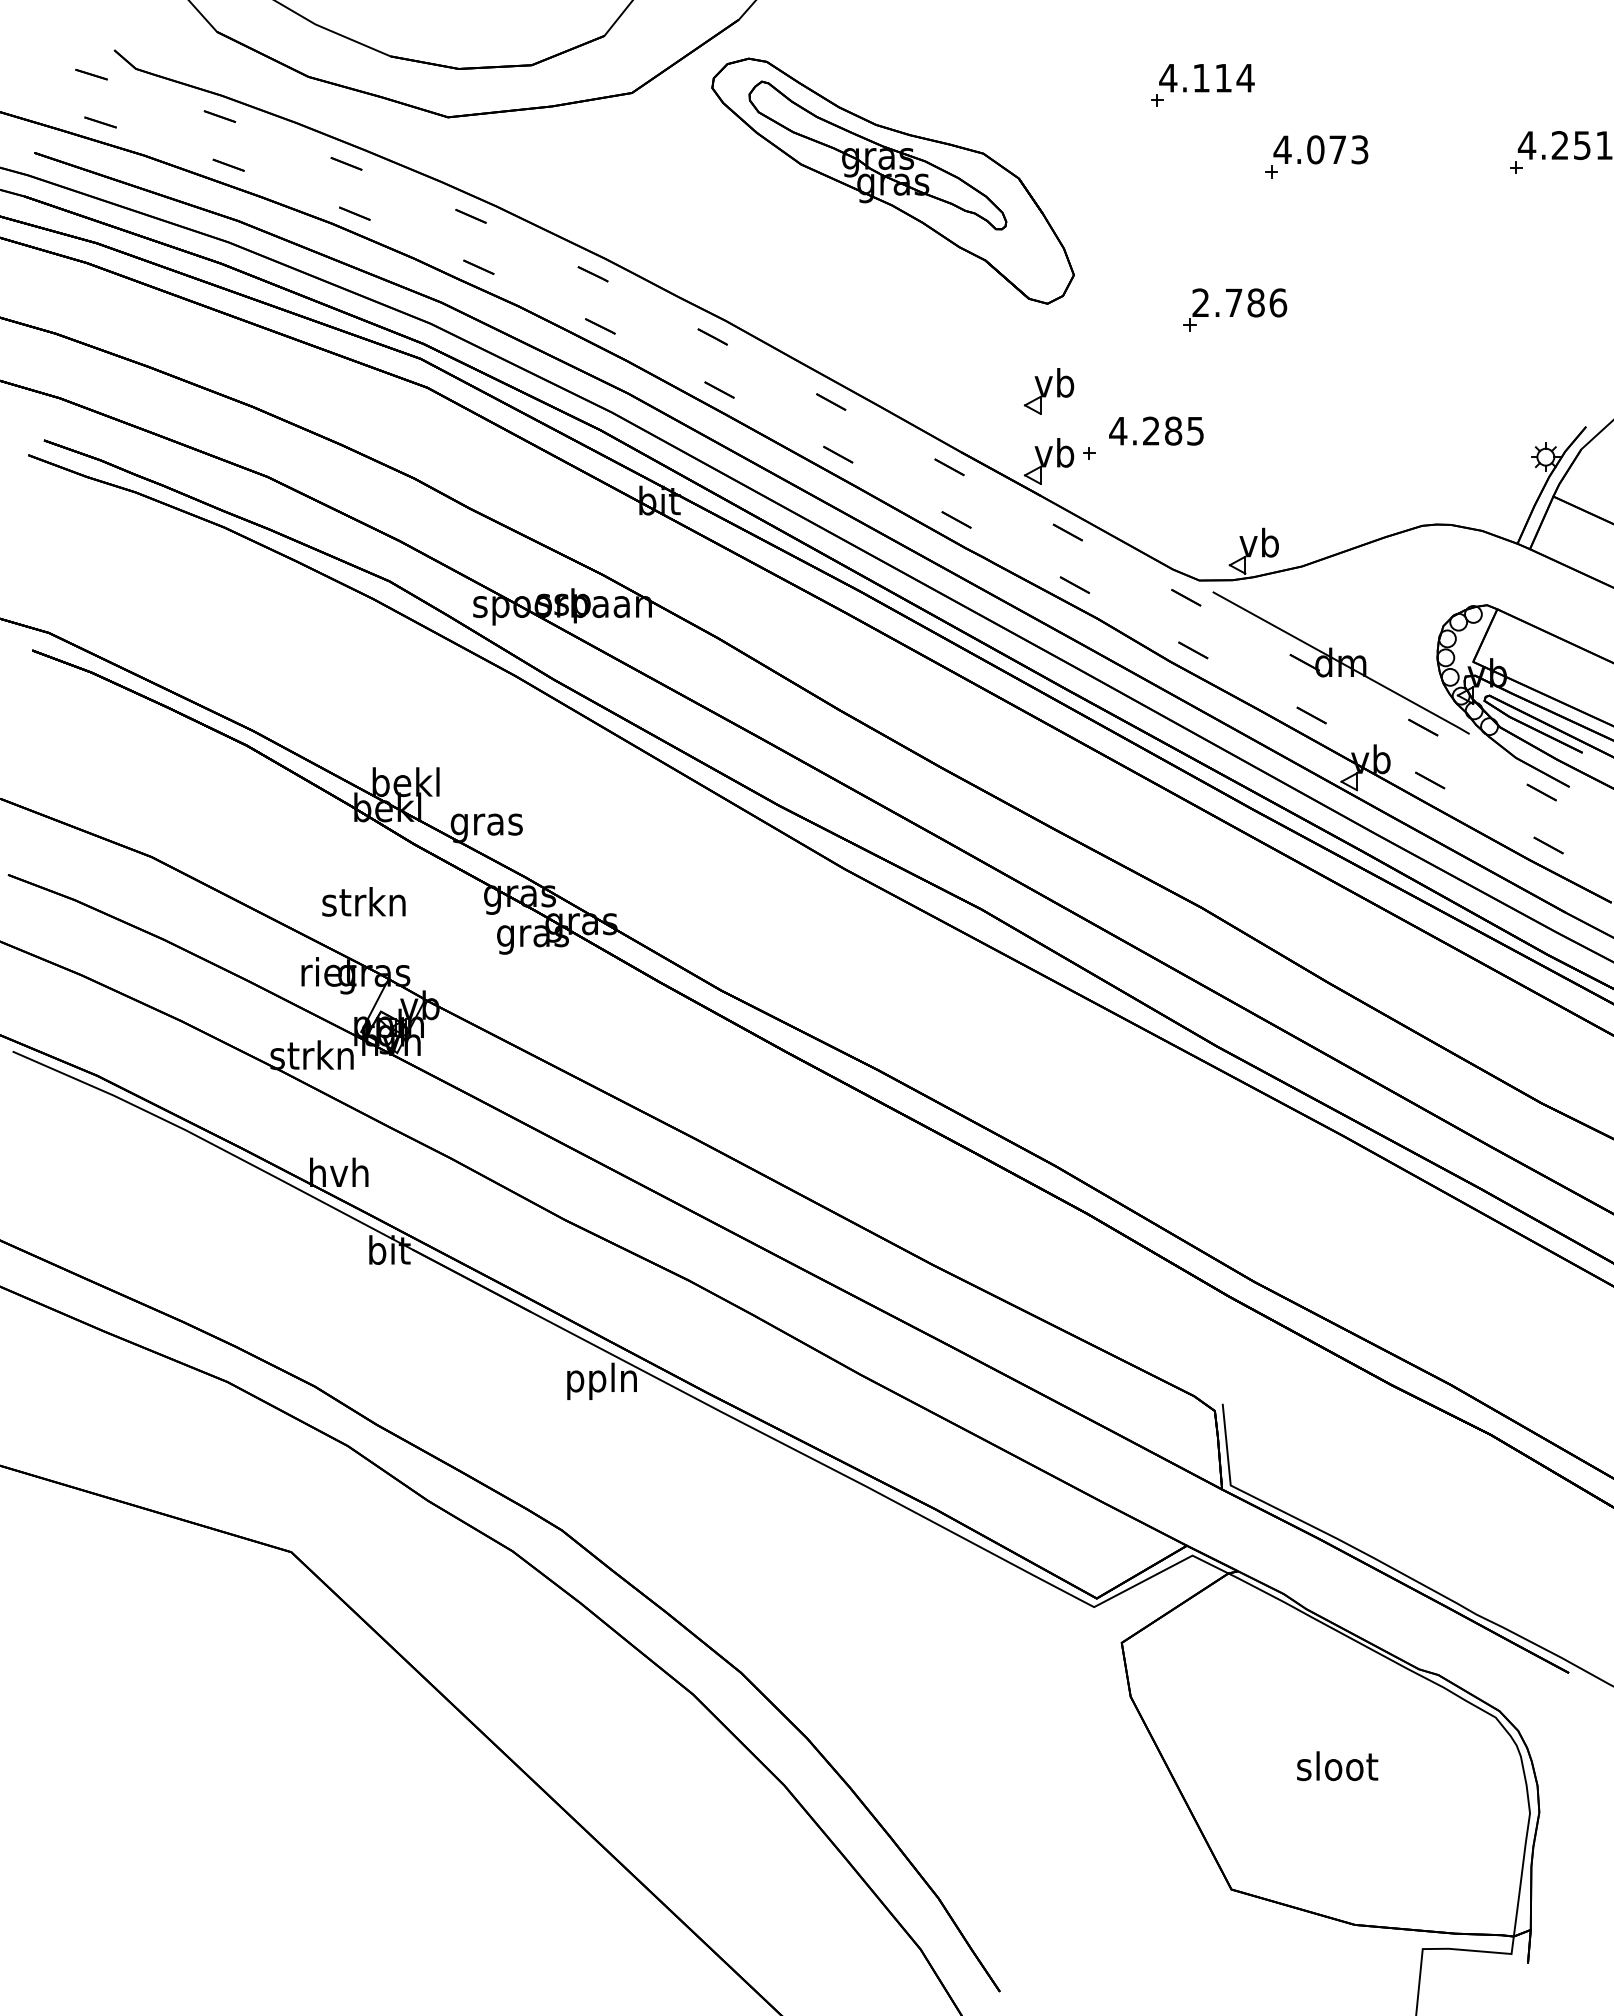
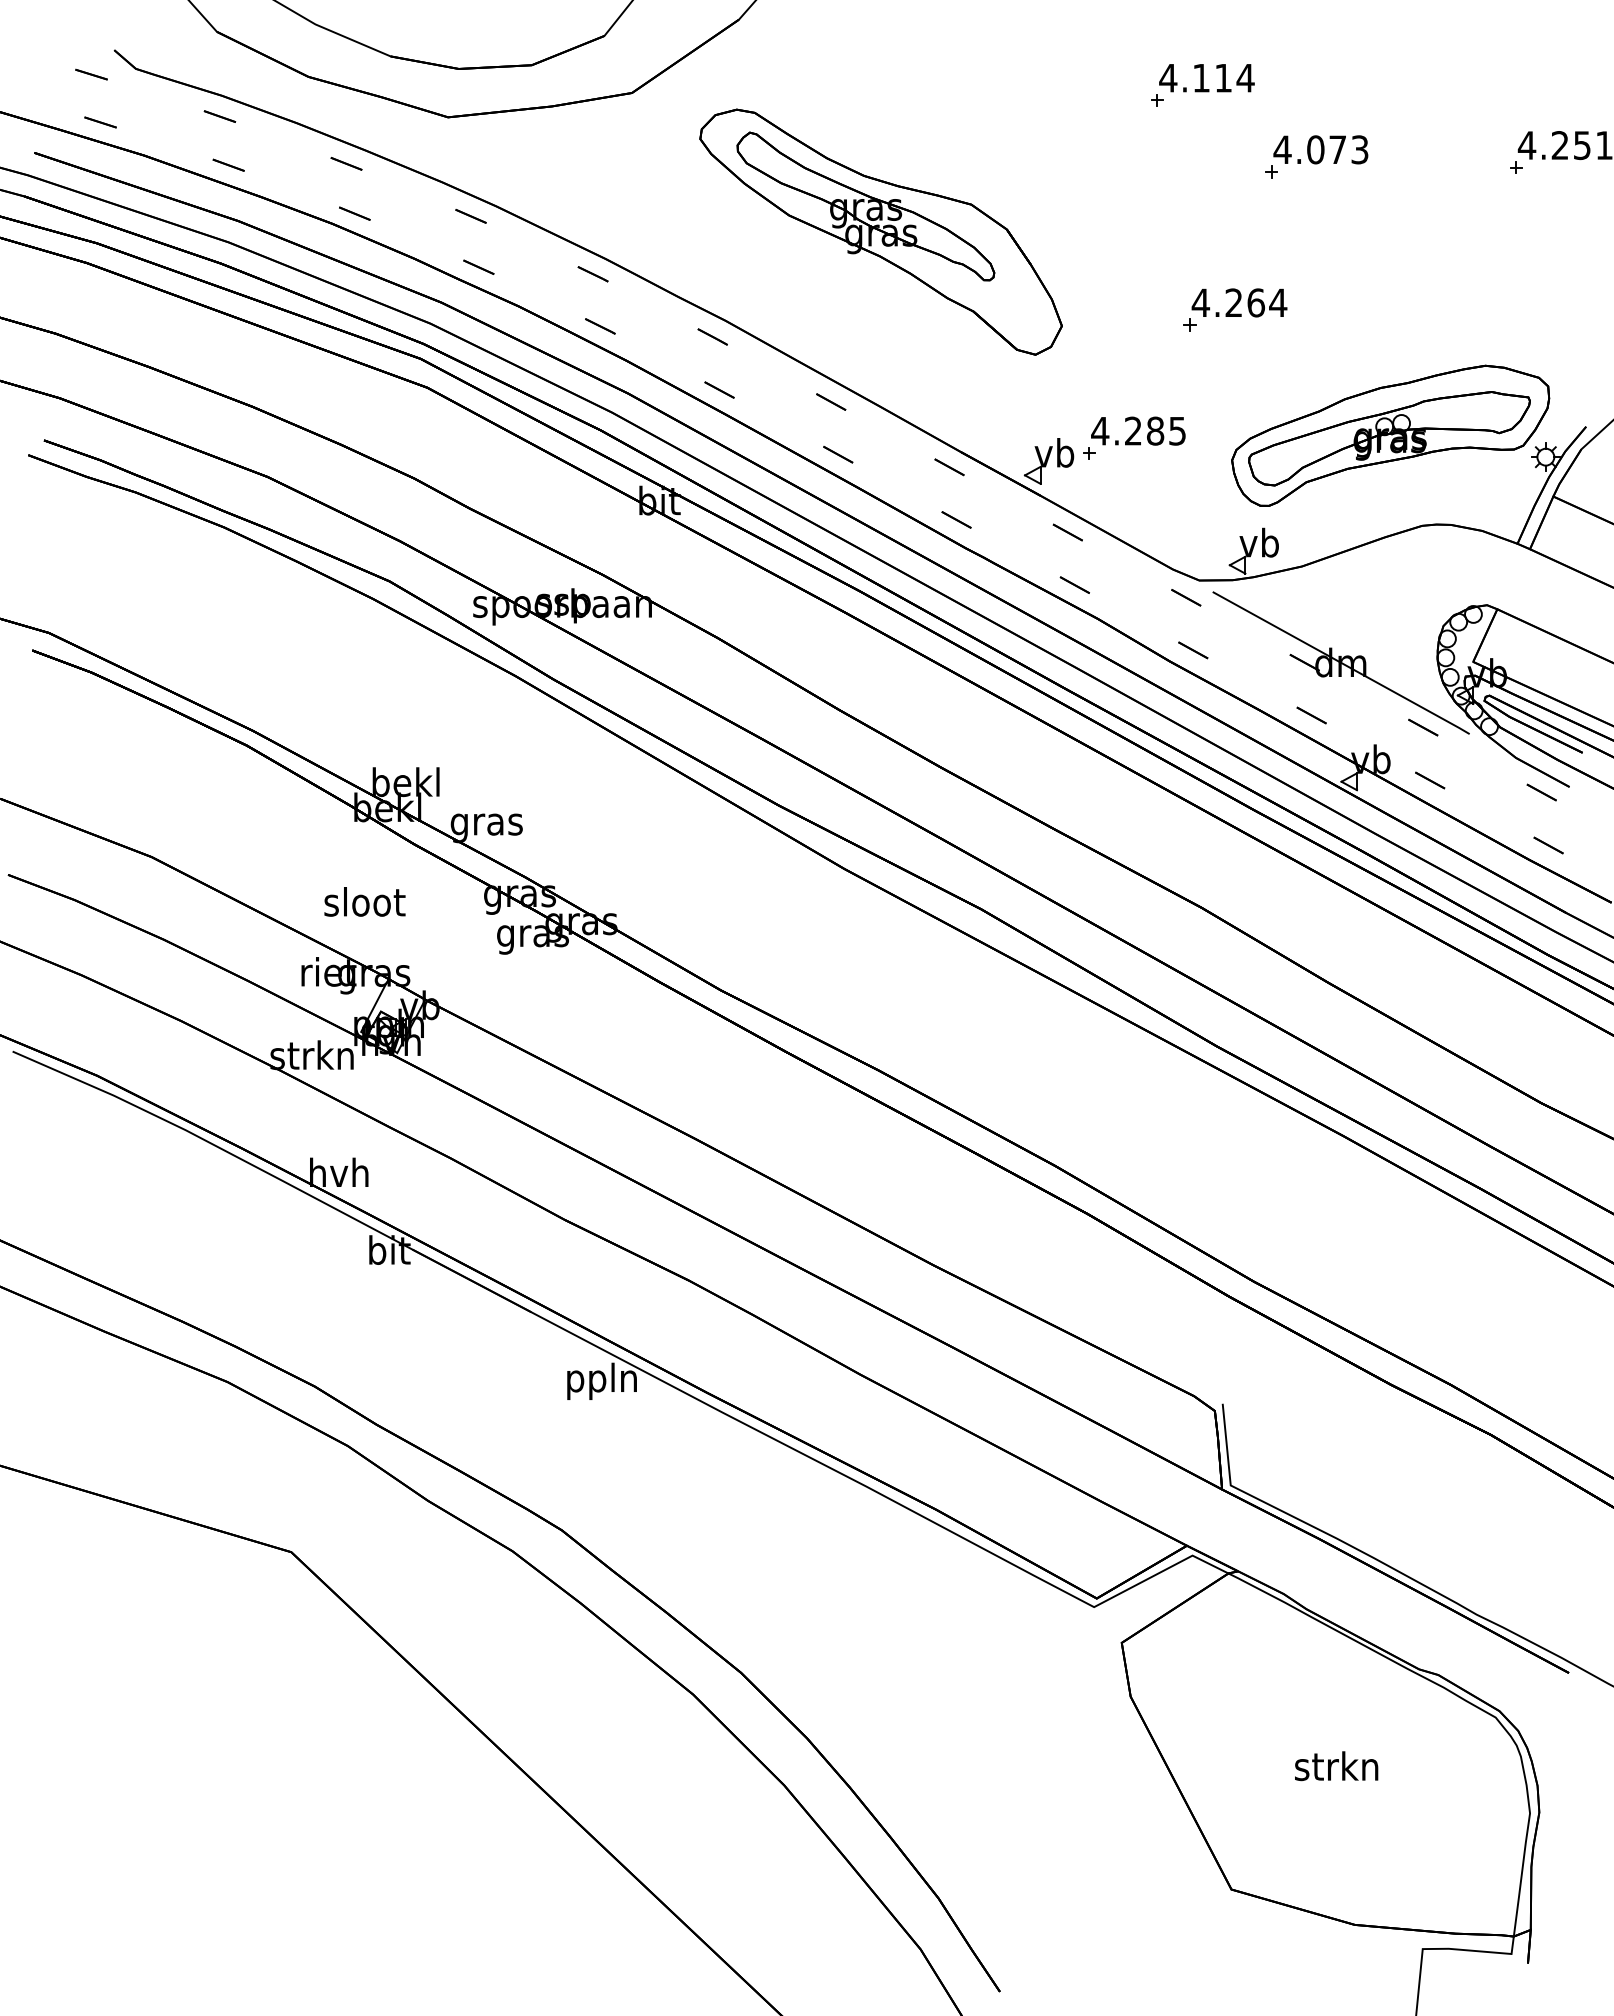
part at (892, 180) position: (892, 180) -> (880, 231)
text at (1239, 302): 2.786 -> 4.264
part at (1048, 391): present -> none
text at (1156, 430) position: (1156, 430) -> (1138, 430)
part at (1390, 435): none -> present
text at (363, 901): strkn -> sloot
text at (1336, 1766): sloot -> strkn
